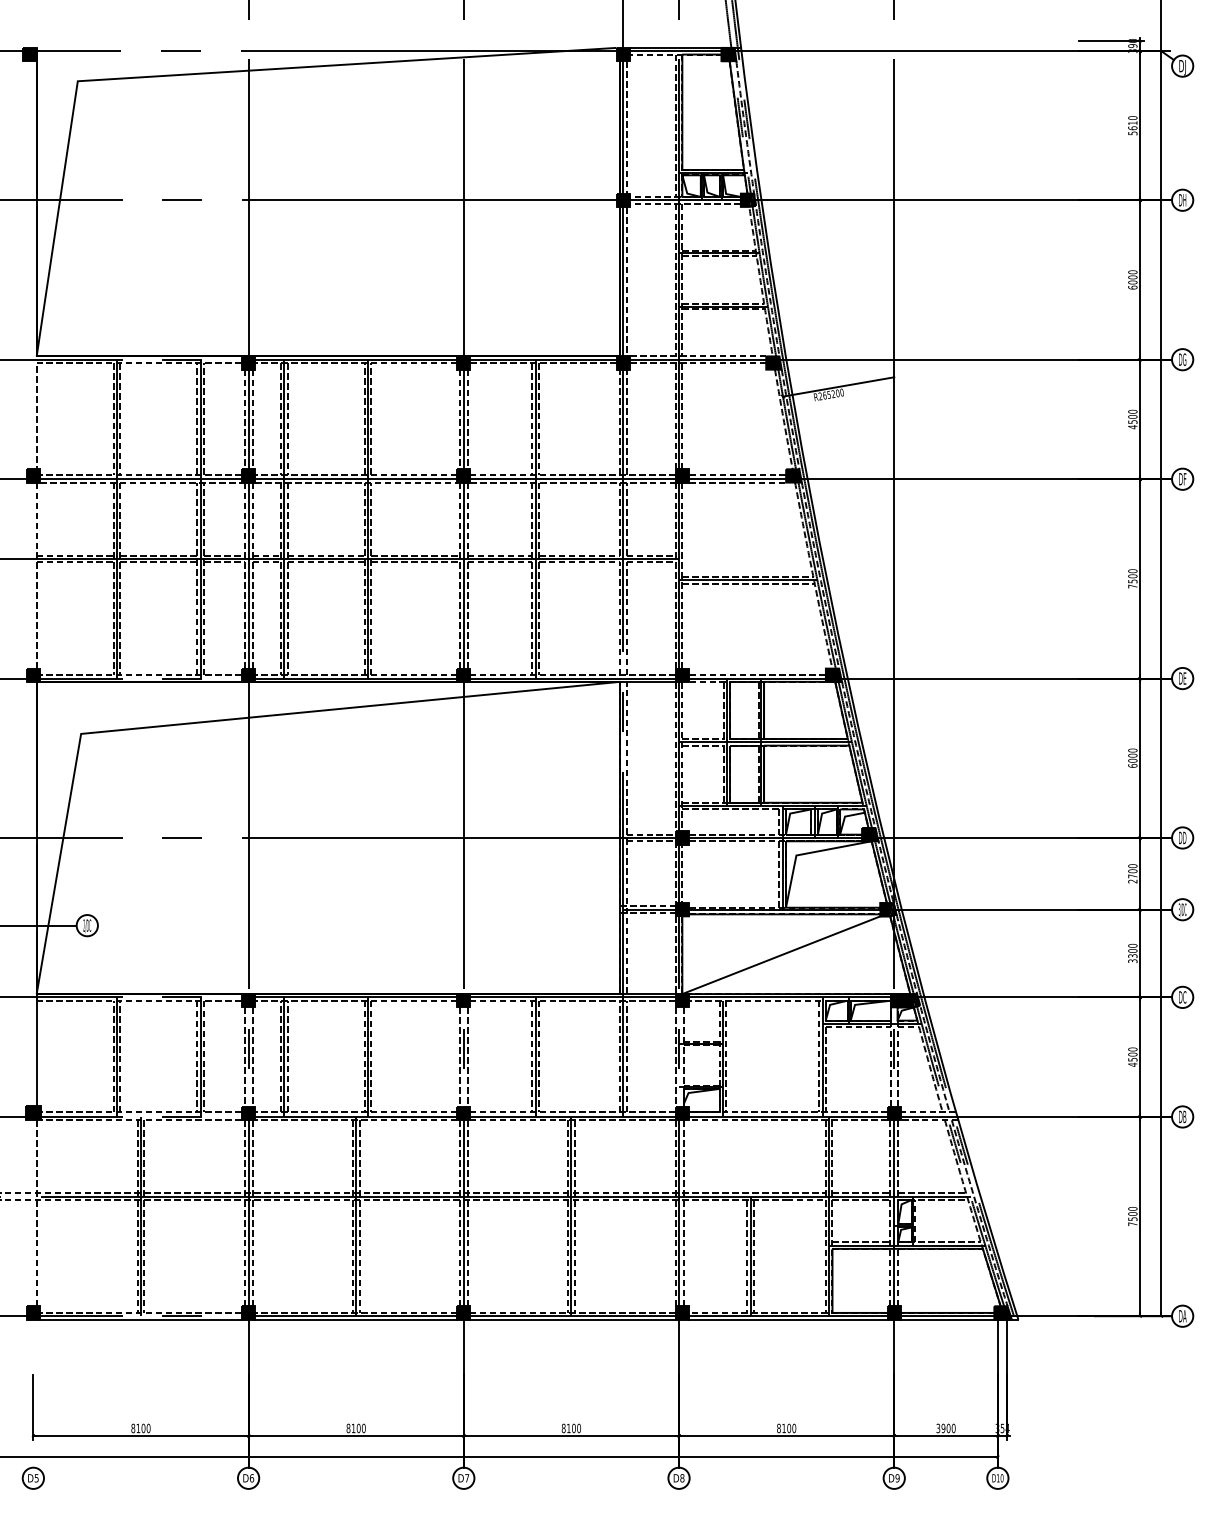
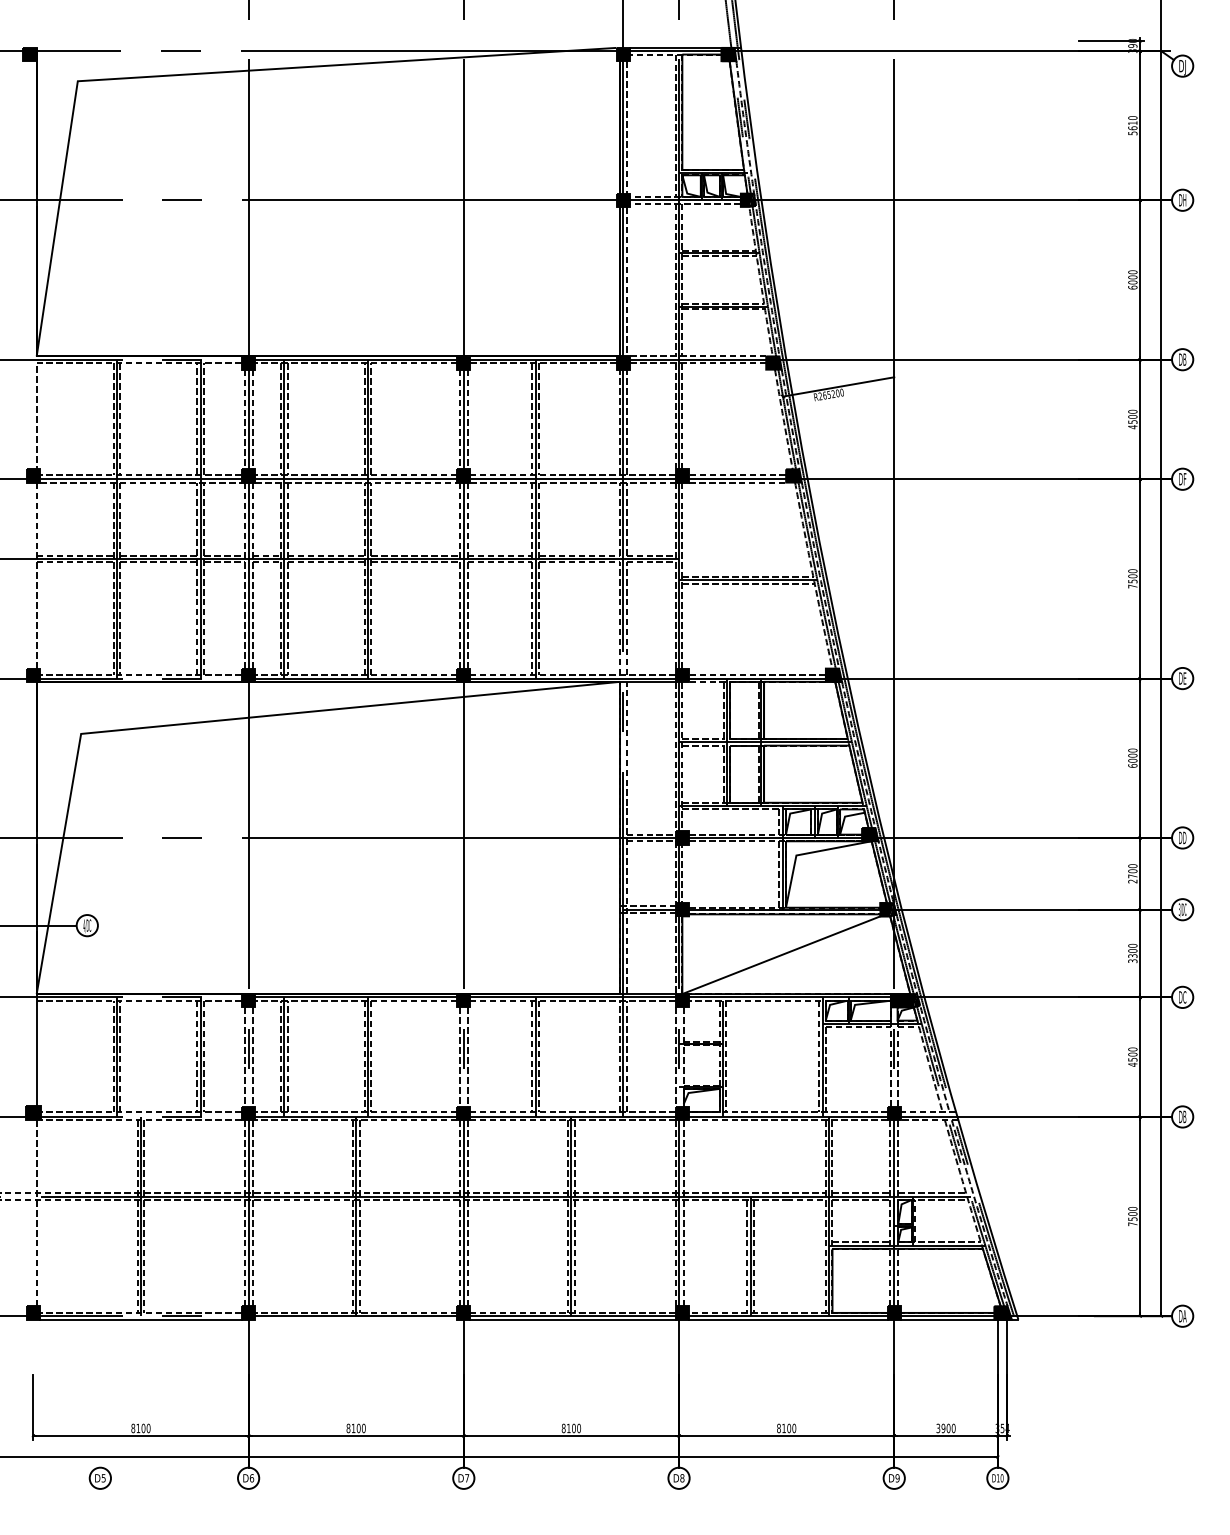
text at (1183, 359): DG -> DB
text at (84, 925): 2/DC -> 4/DC
line at (356, 1319): present -> none
part at (32, 1477) position: (32, 1477) -> (99, 1477)
